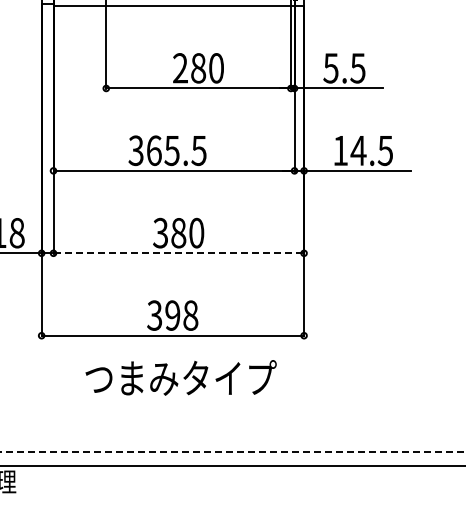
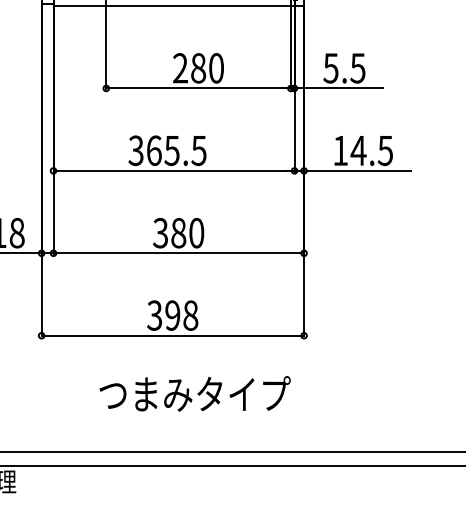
line at (179, 253): dashed -> solid
text at (180, 377) position: (180, 377) -> (194, 393)
line at (232, 452): dashed -> solid
